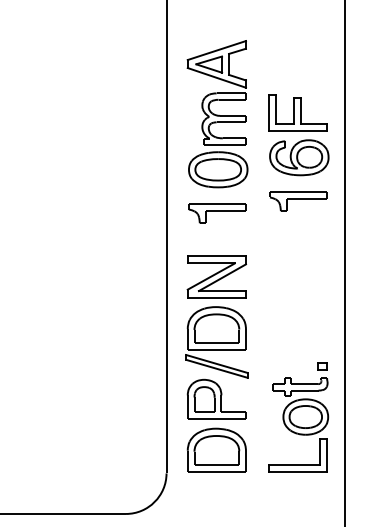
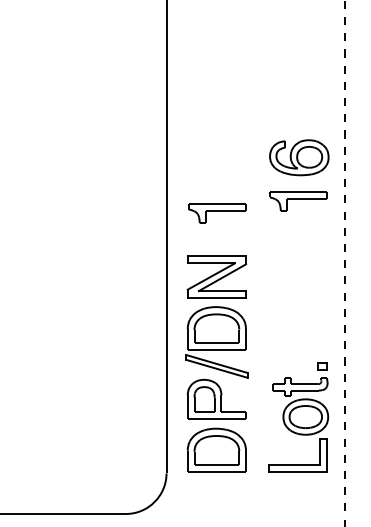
part at (297, 112): present -> none
part at (217, 114): present -> none
line at (344, 264): solid -> dashed
